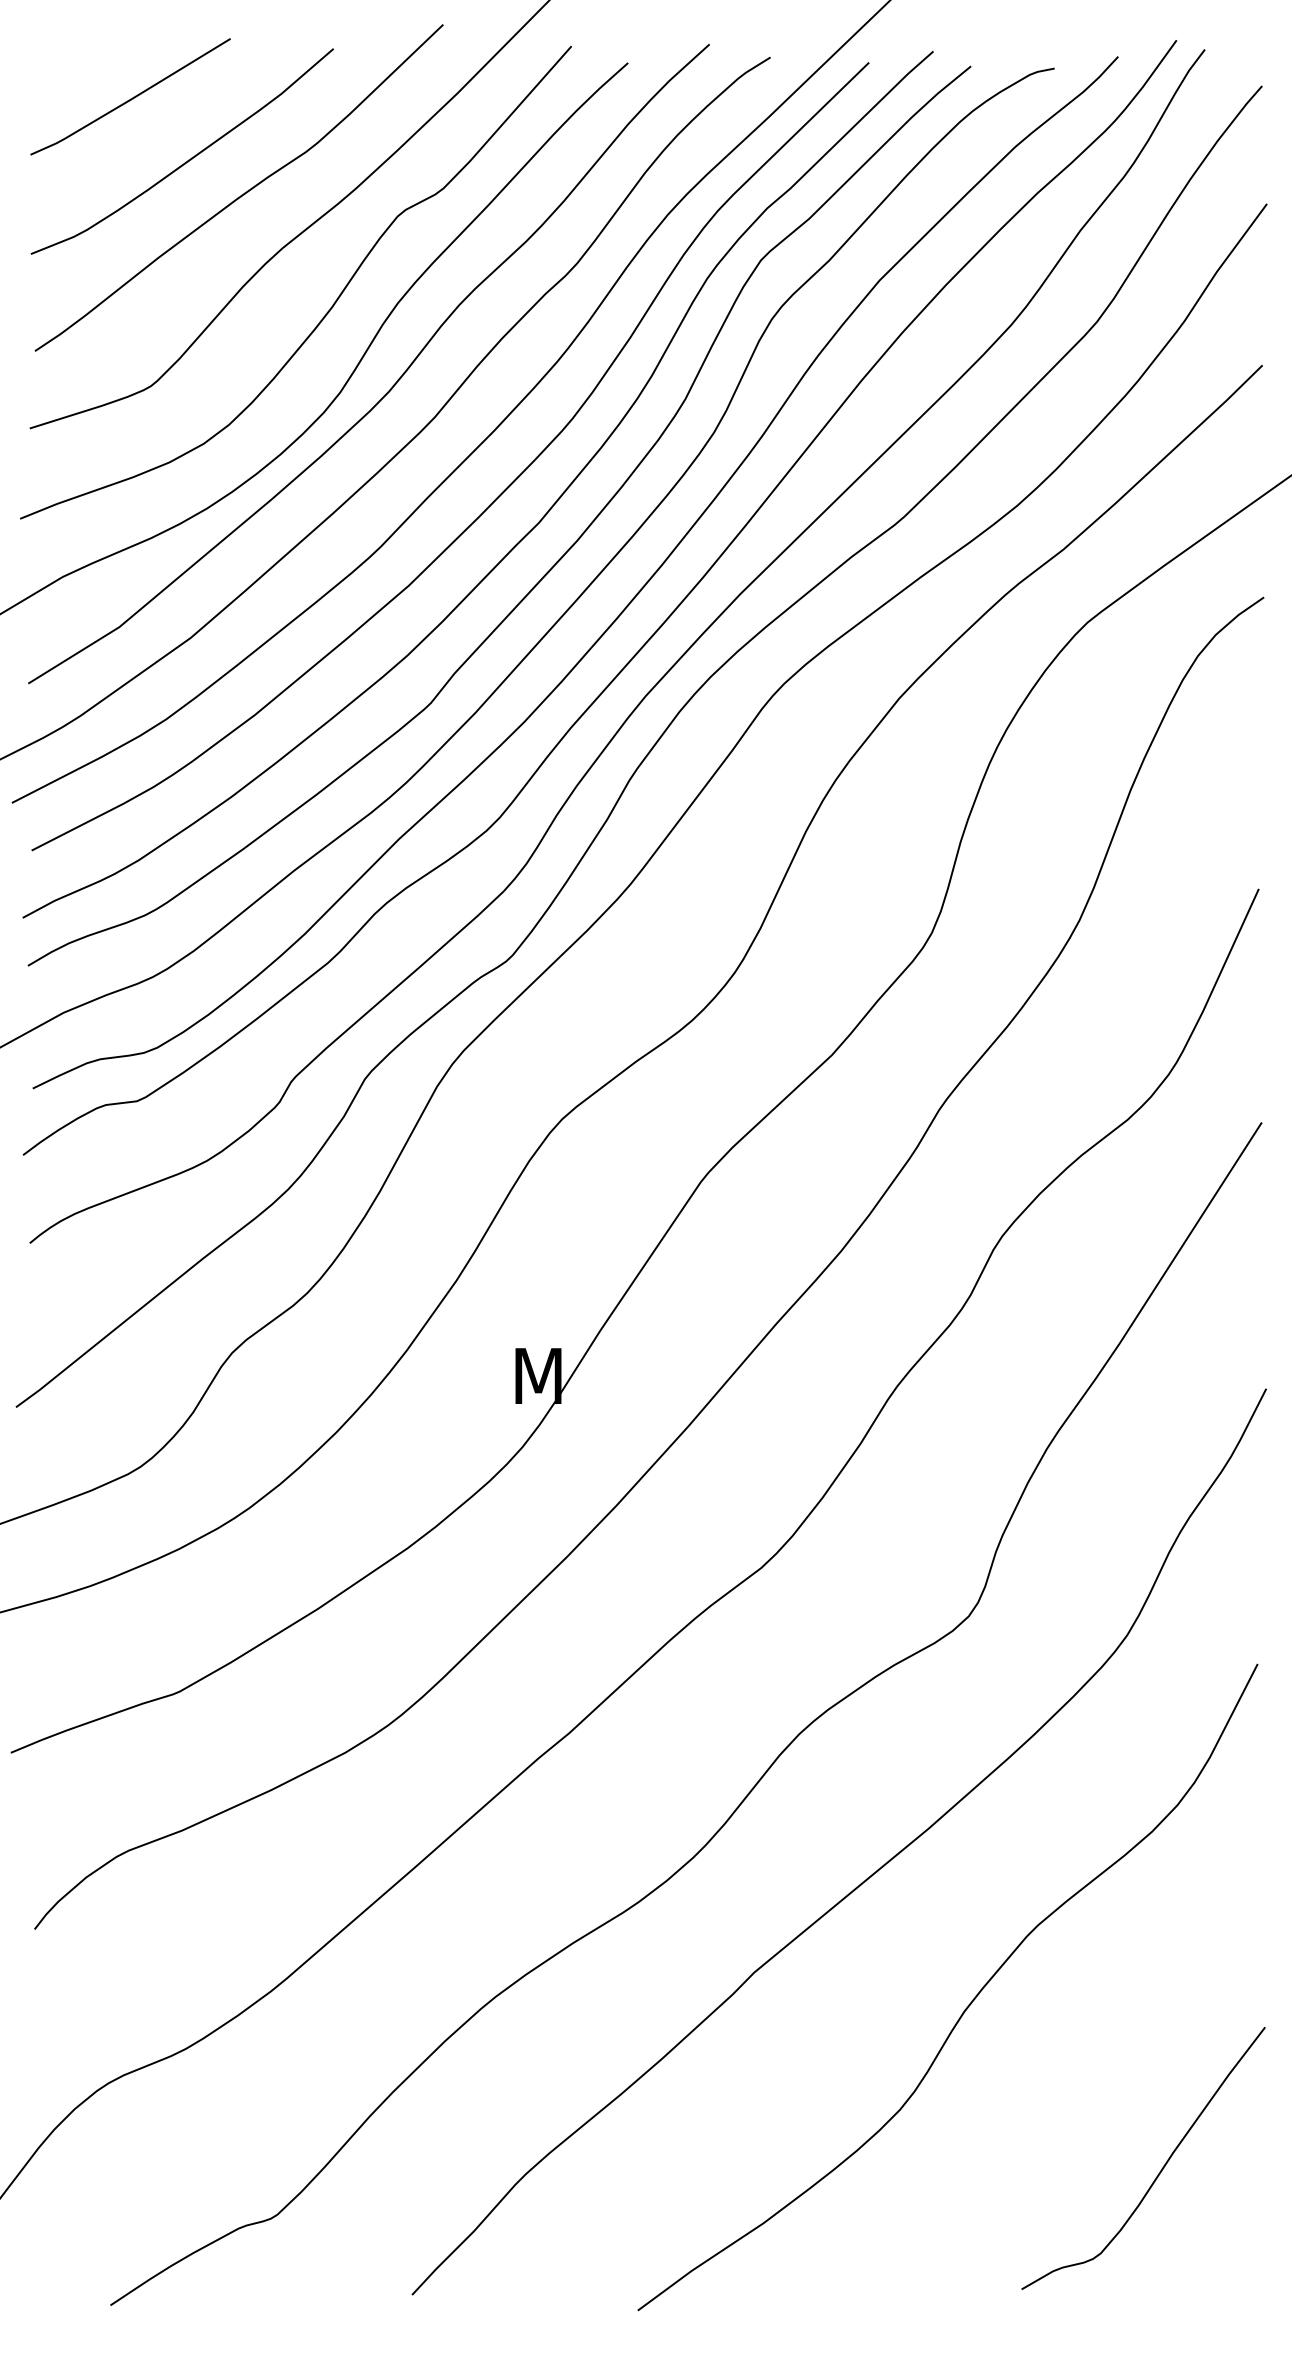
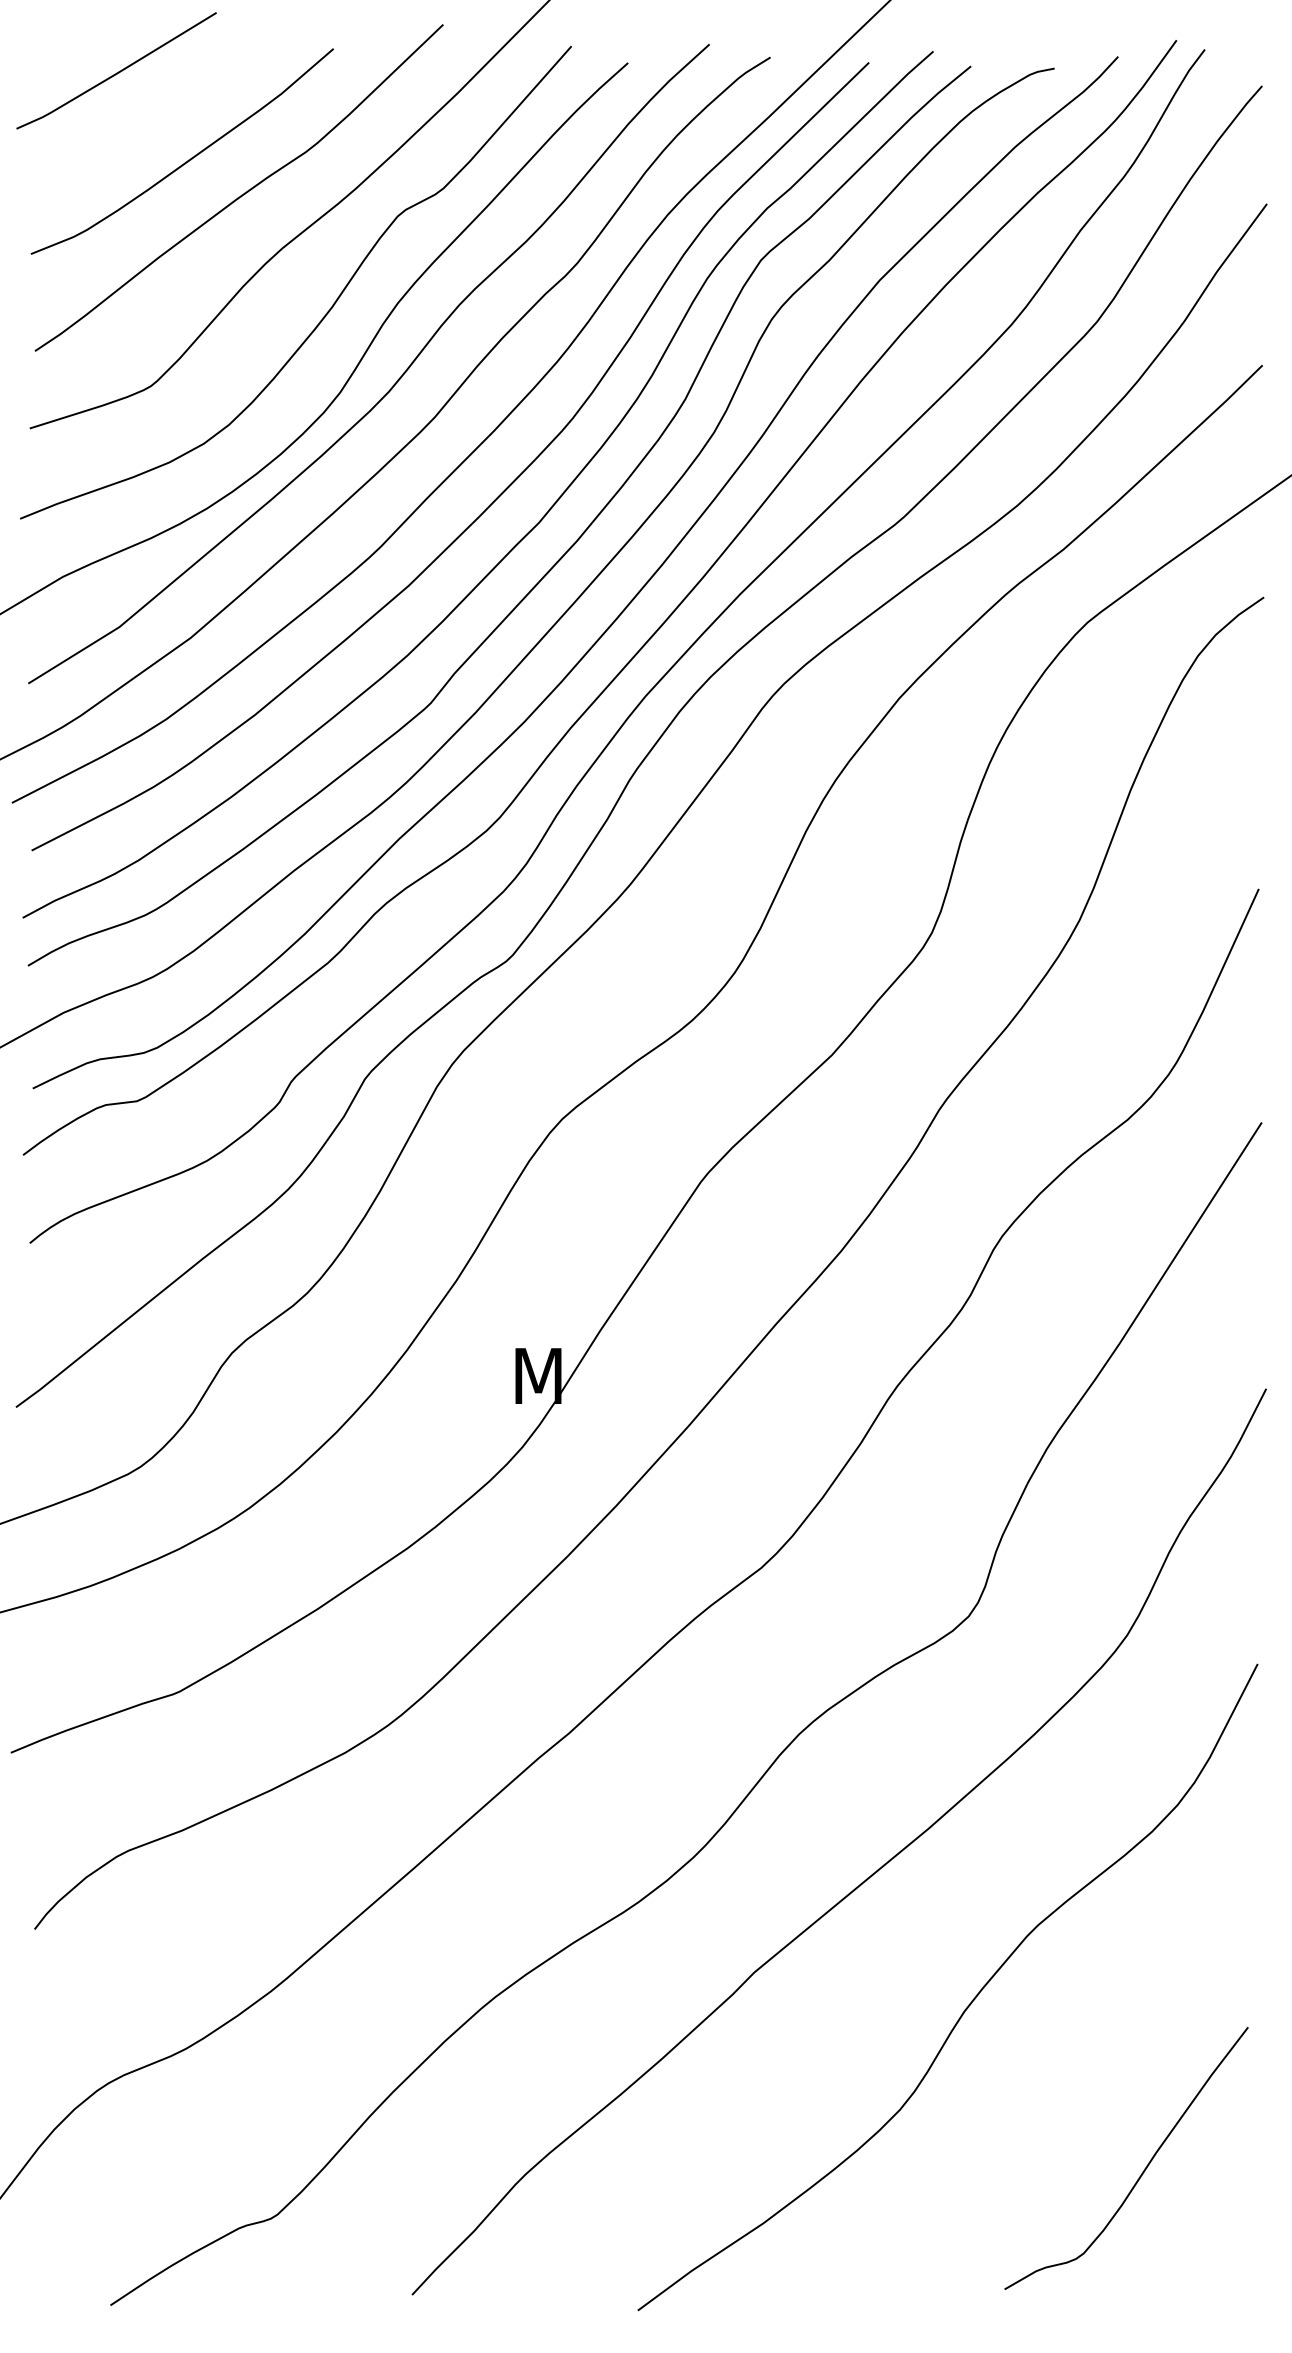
line at (130, 98) position: (130, 98) -> (116, 72)
curve at (1161, 2168) position: (1161, 2168) -> (1144, 2168)
